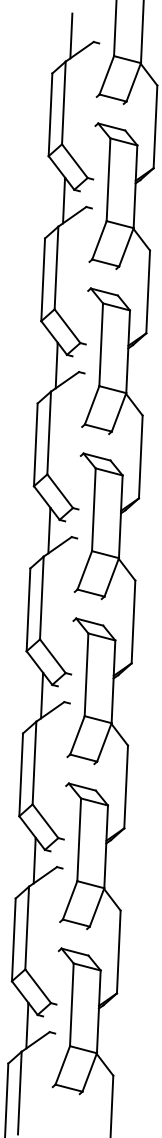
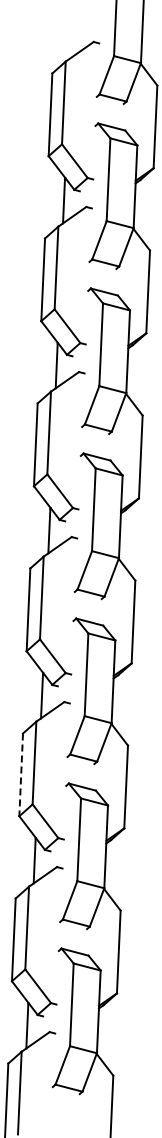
line at (71, 35): present -> none
line at (21, 775): solid -> dashed
